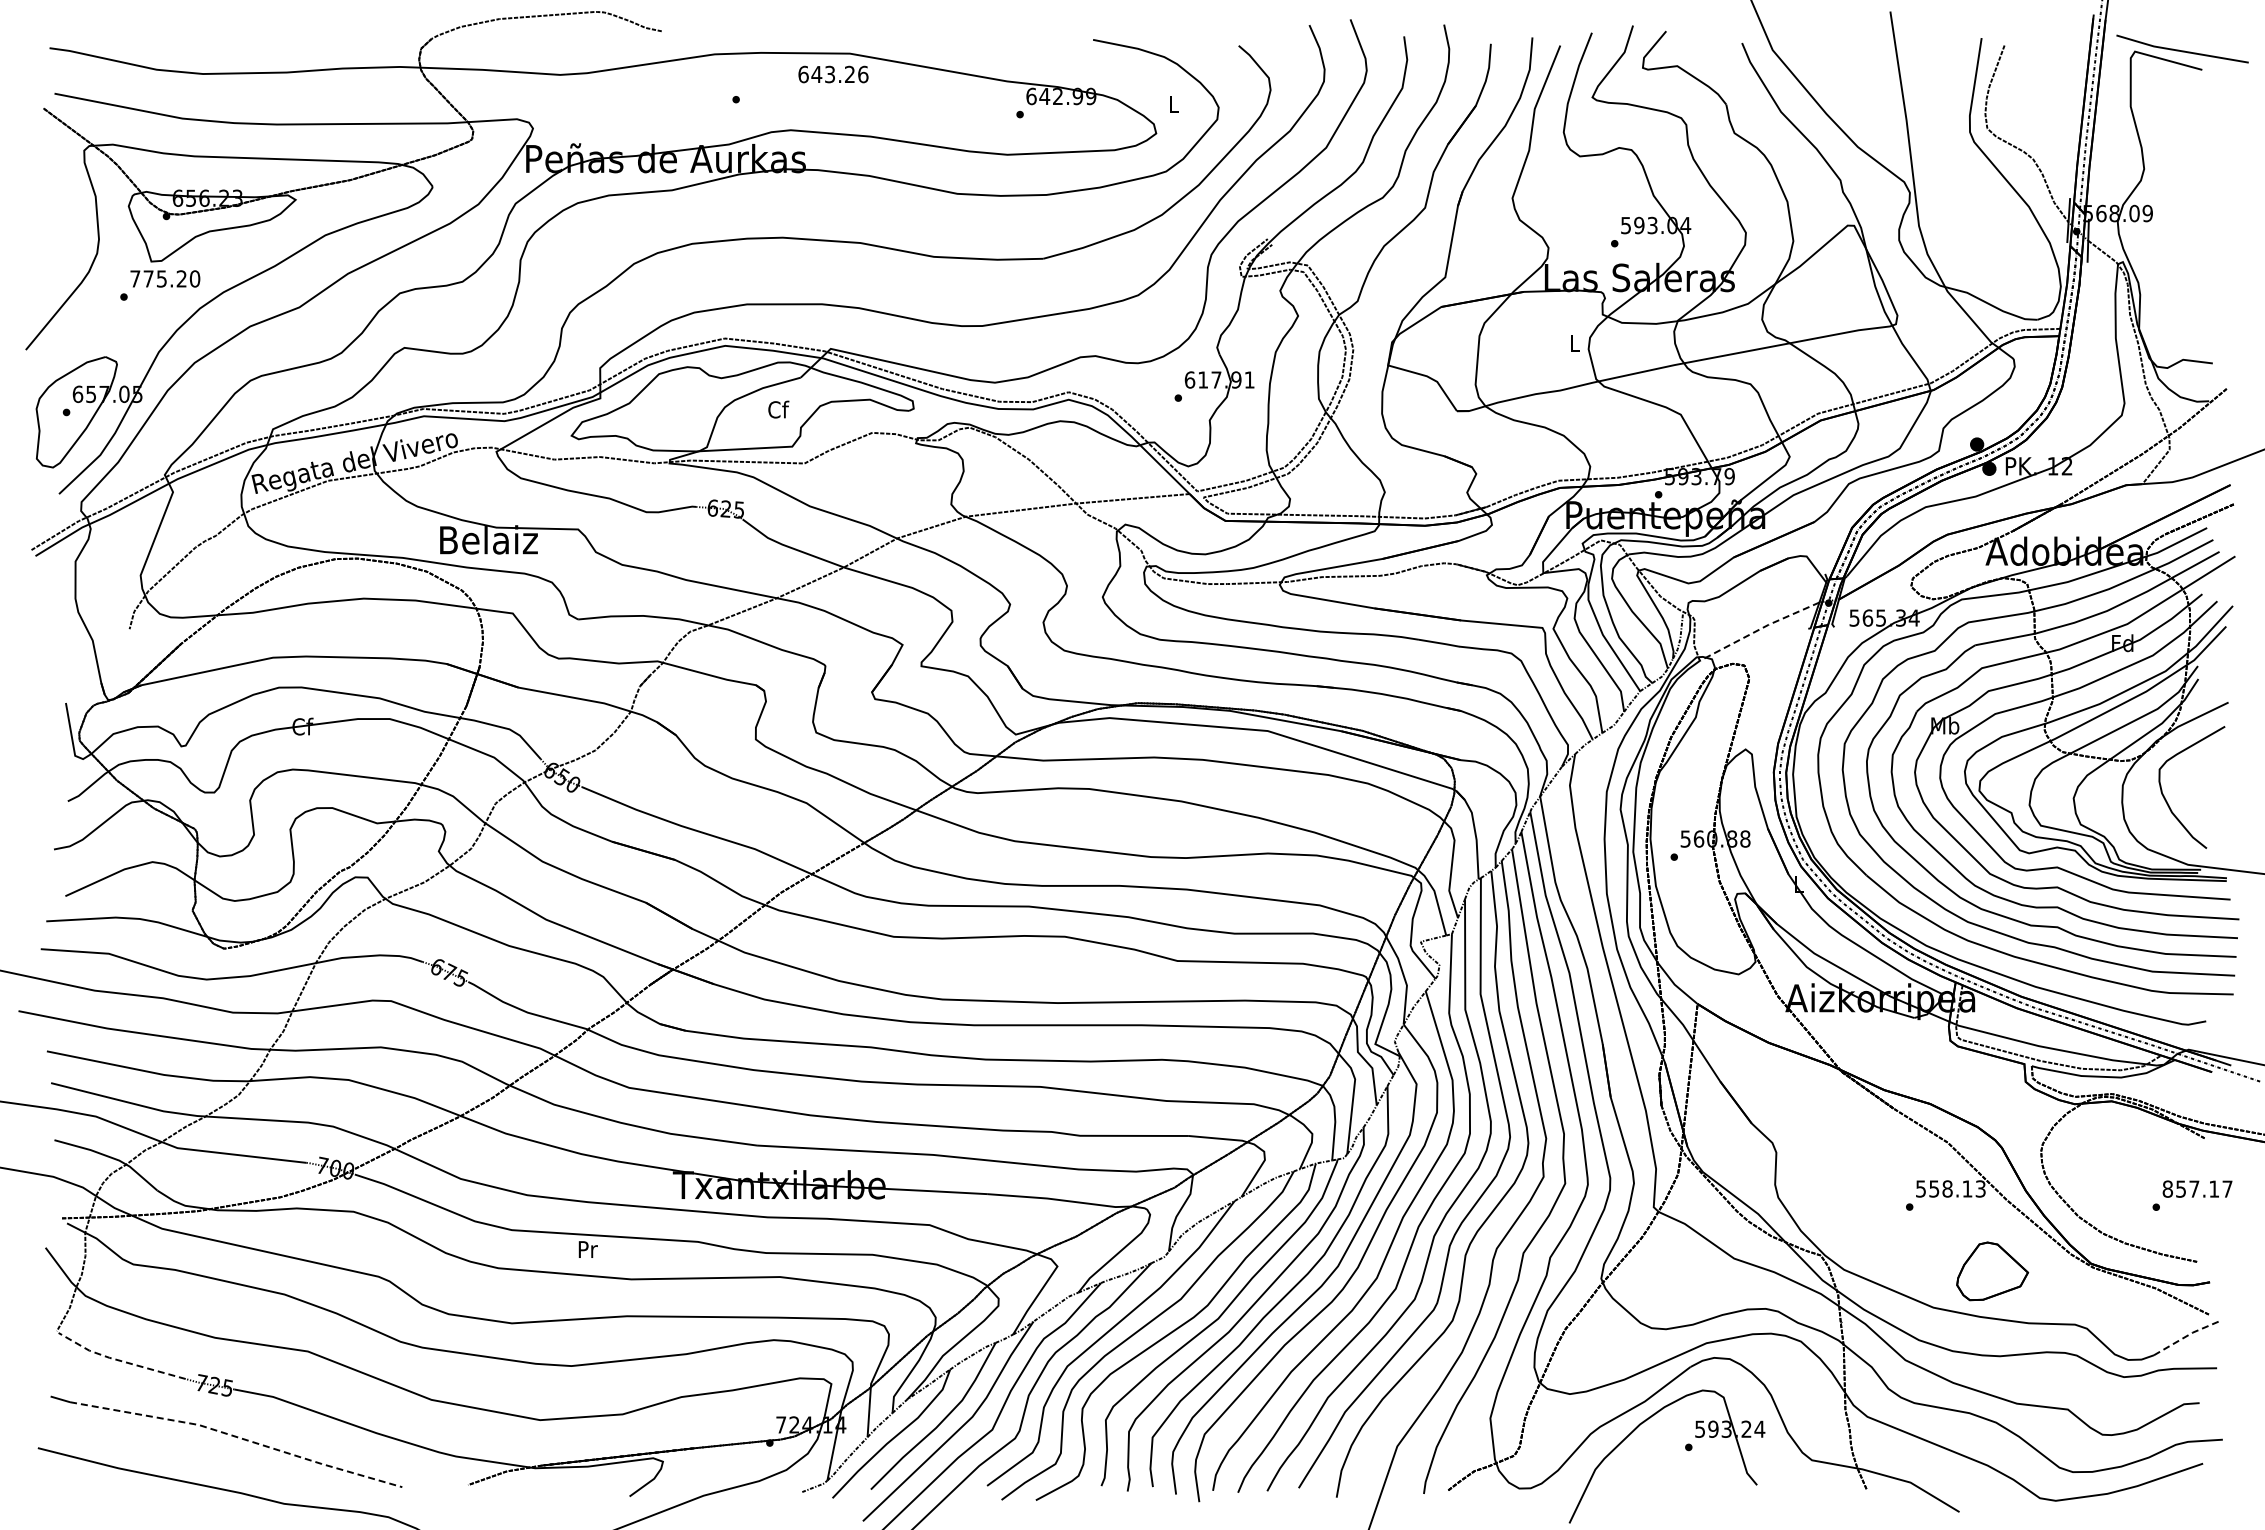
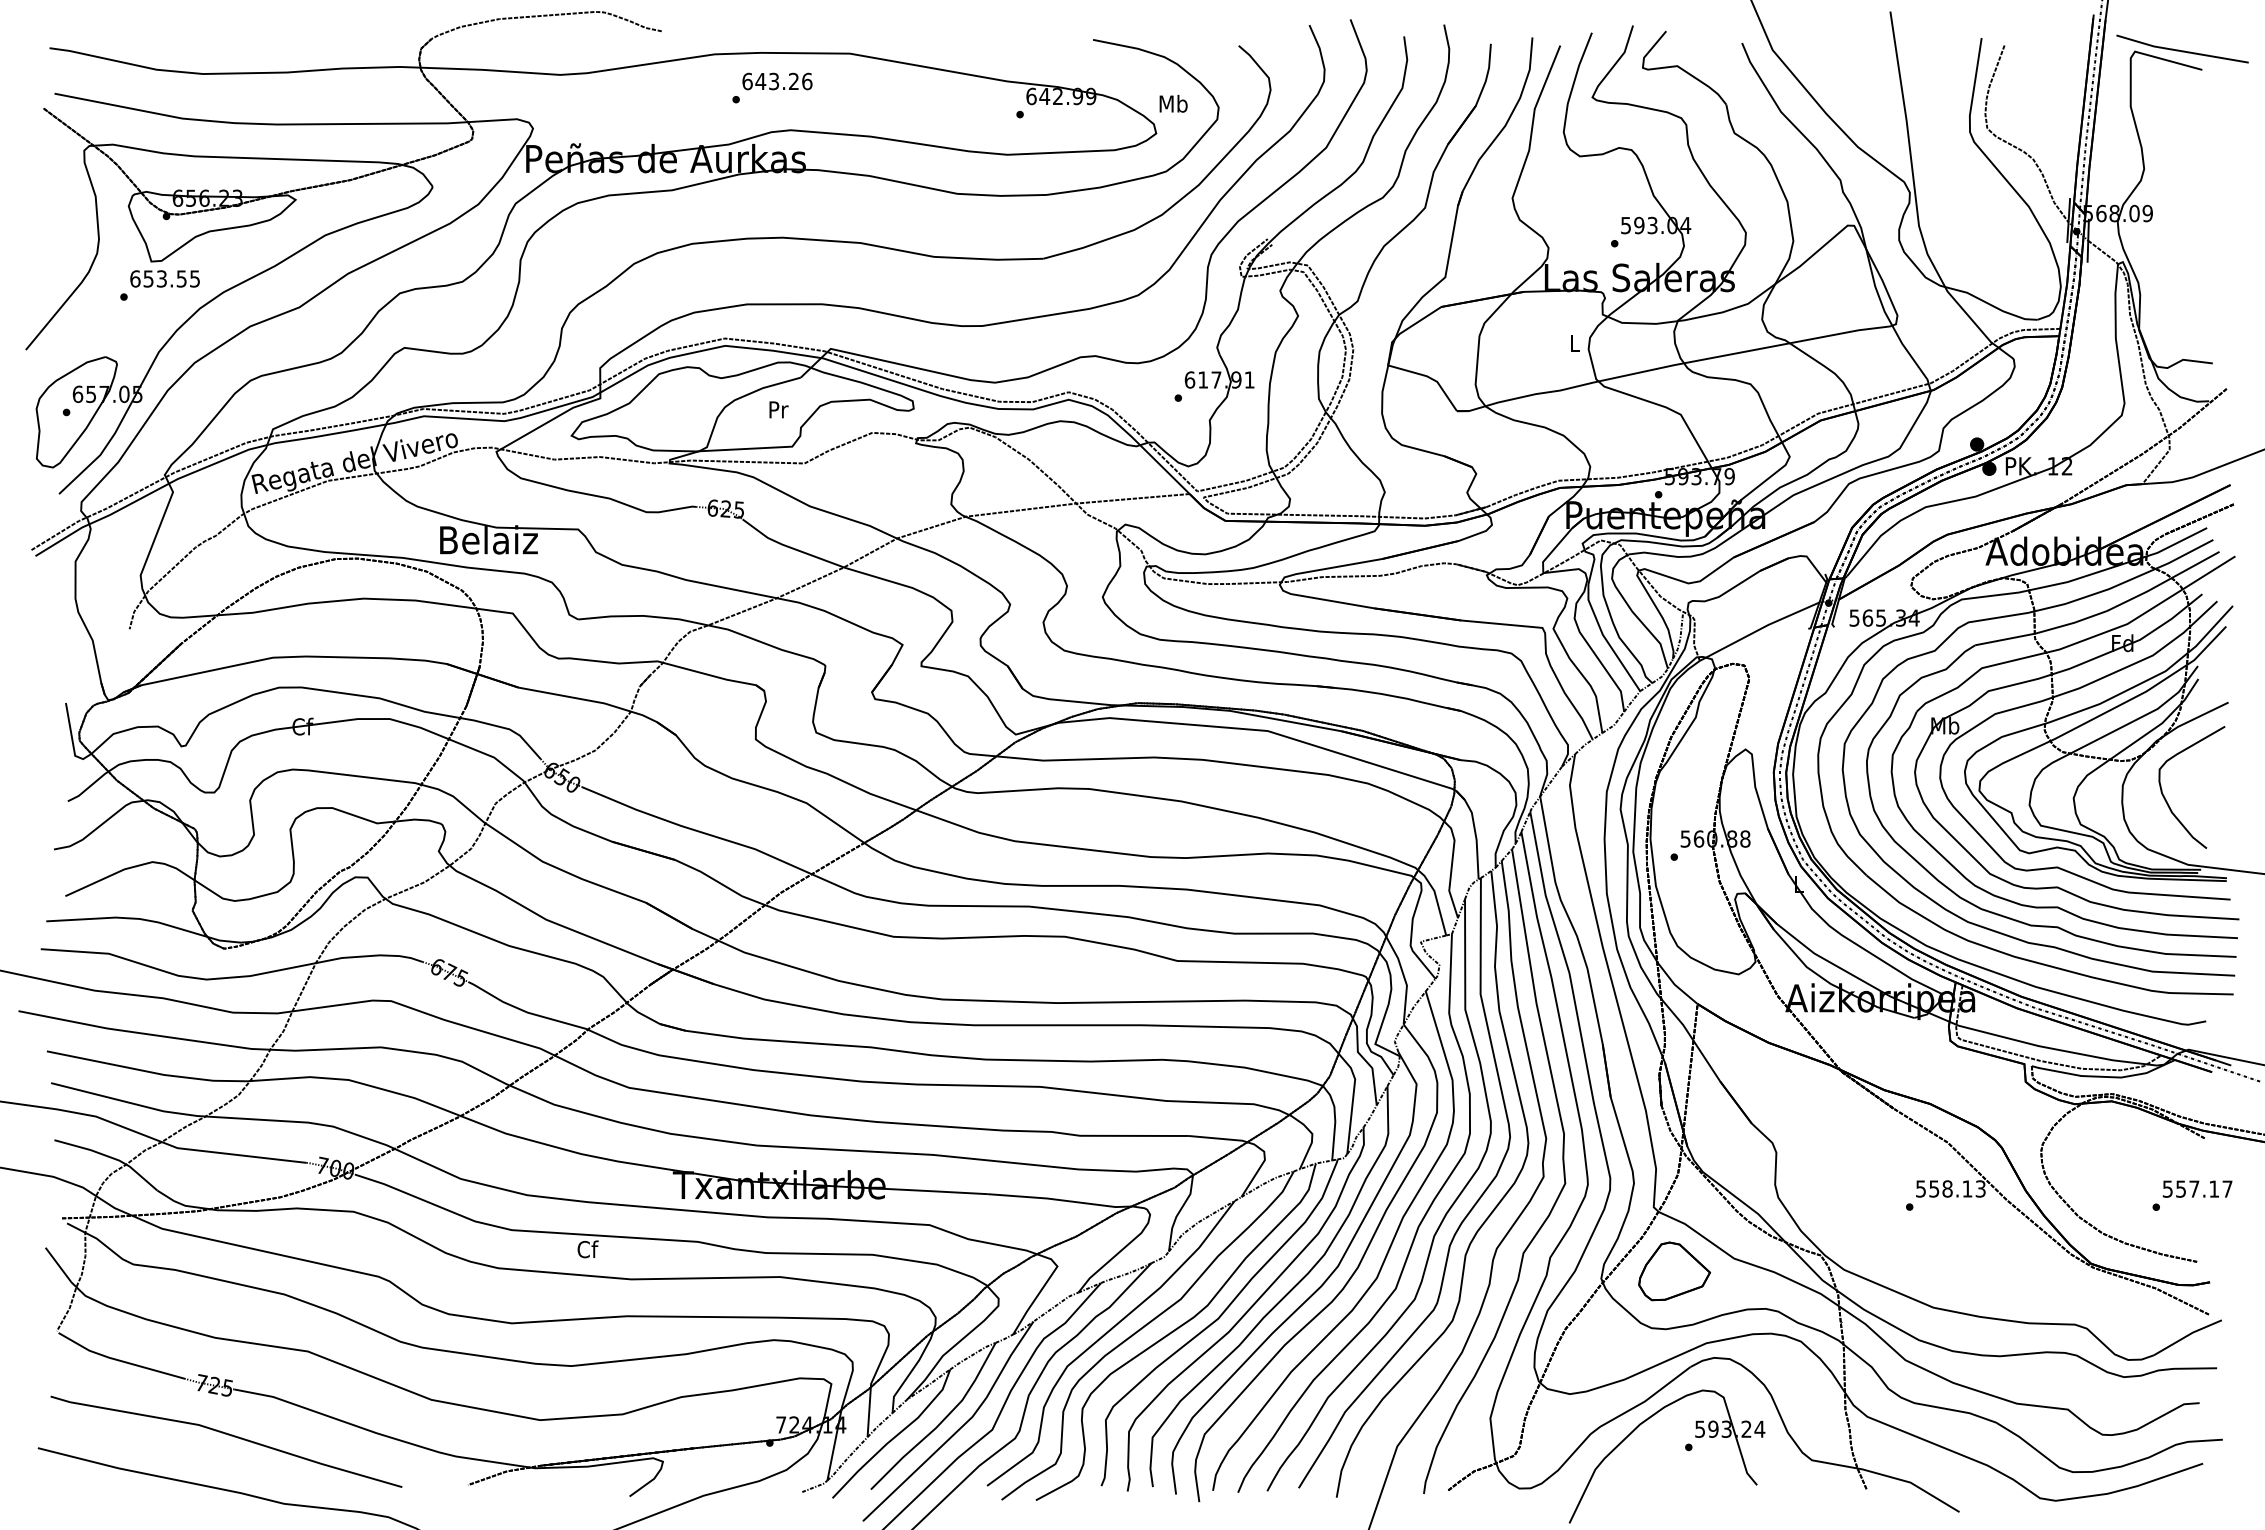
text at (833, 74) position: (833, 74) -> (777, 81)
text at (1173, 103): L -> Mb
text at (165, 278): 775.20 -> 653.55
text at (778, 409): Cf -> Pr
line at (1758, 629): dashed -> solid
text at (2167, 1188): 857.17 -> 557.17
text at (587, 1249): Pr -> Cf
part at (1992, 1271) position: (1992, 1271) -> (1674, 1271)
line at (2187, 1335): dashed -> solid
line at (118, 1360): dashed -> solid
line at (238, 1437): dashed -> solid
